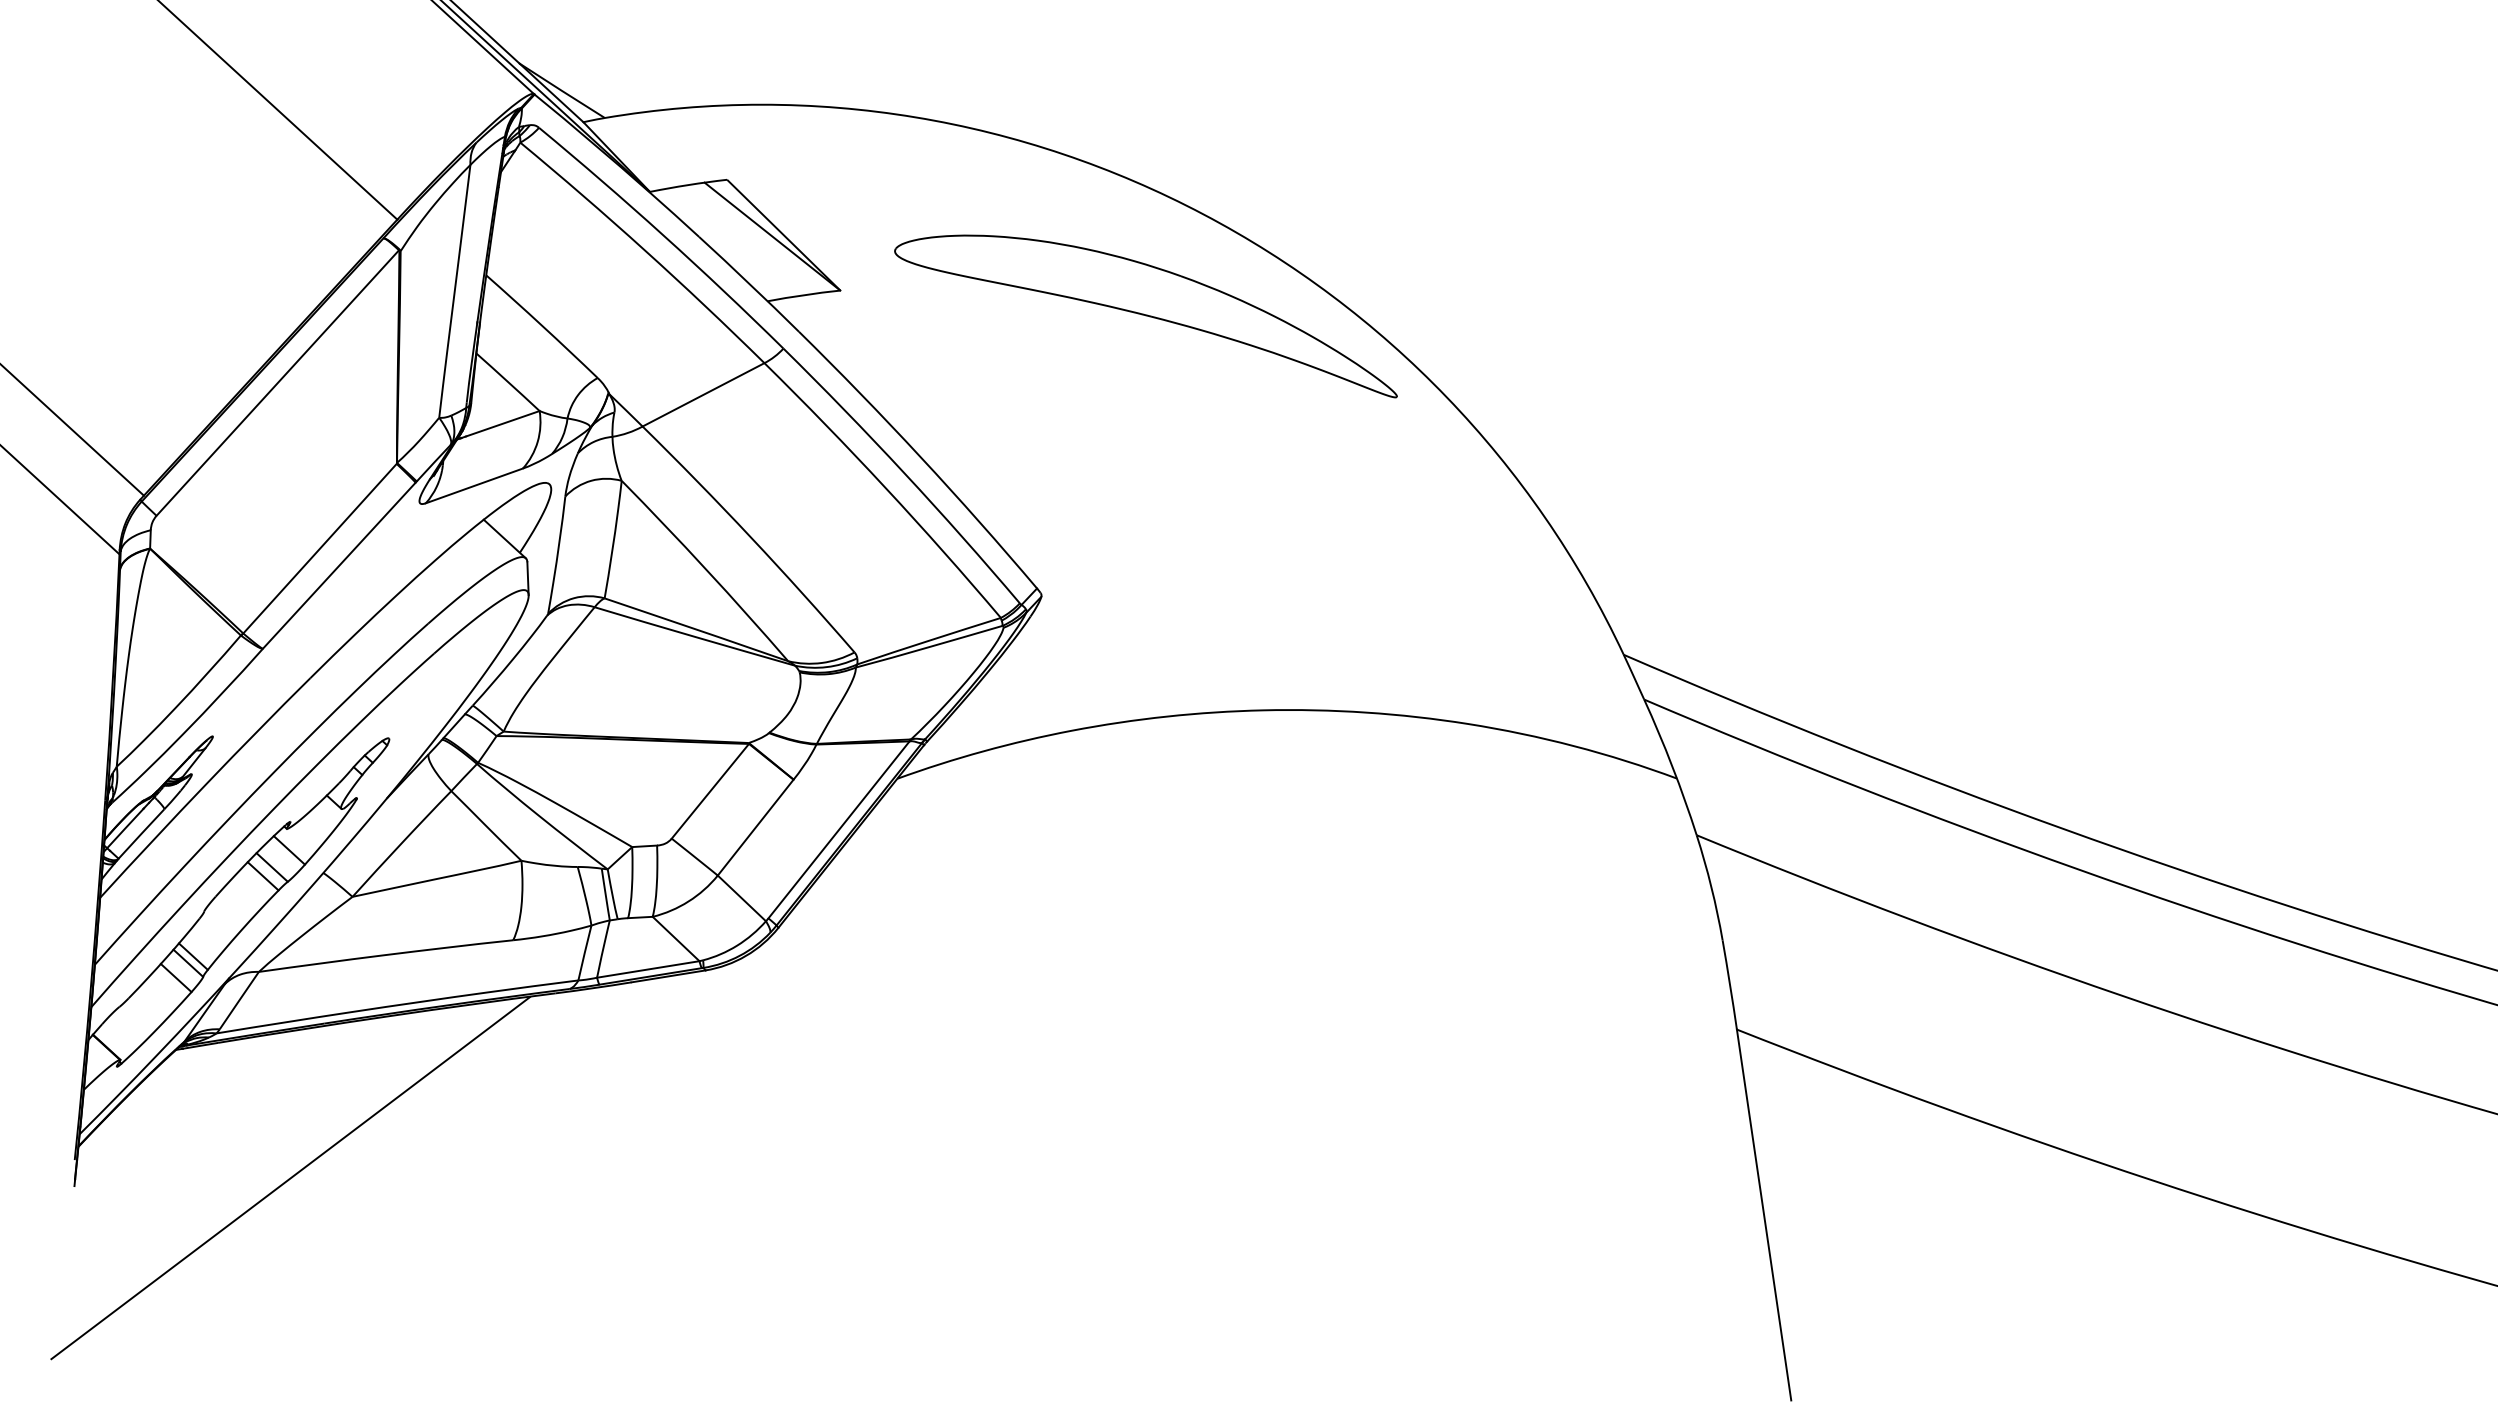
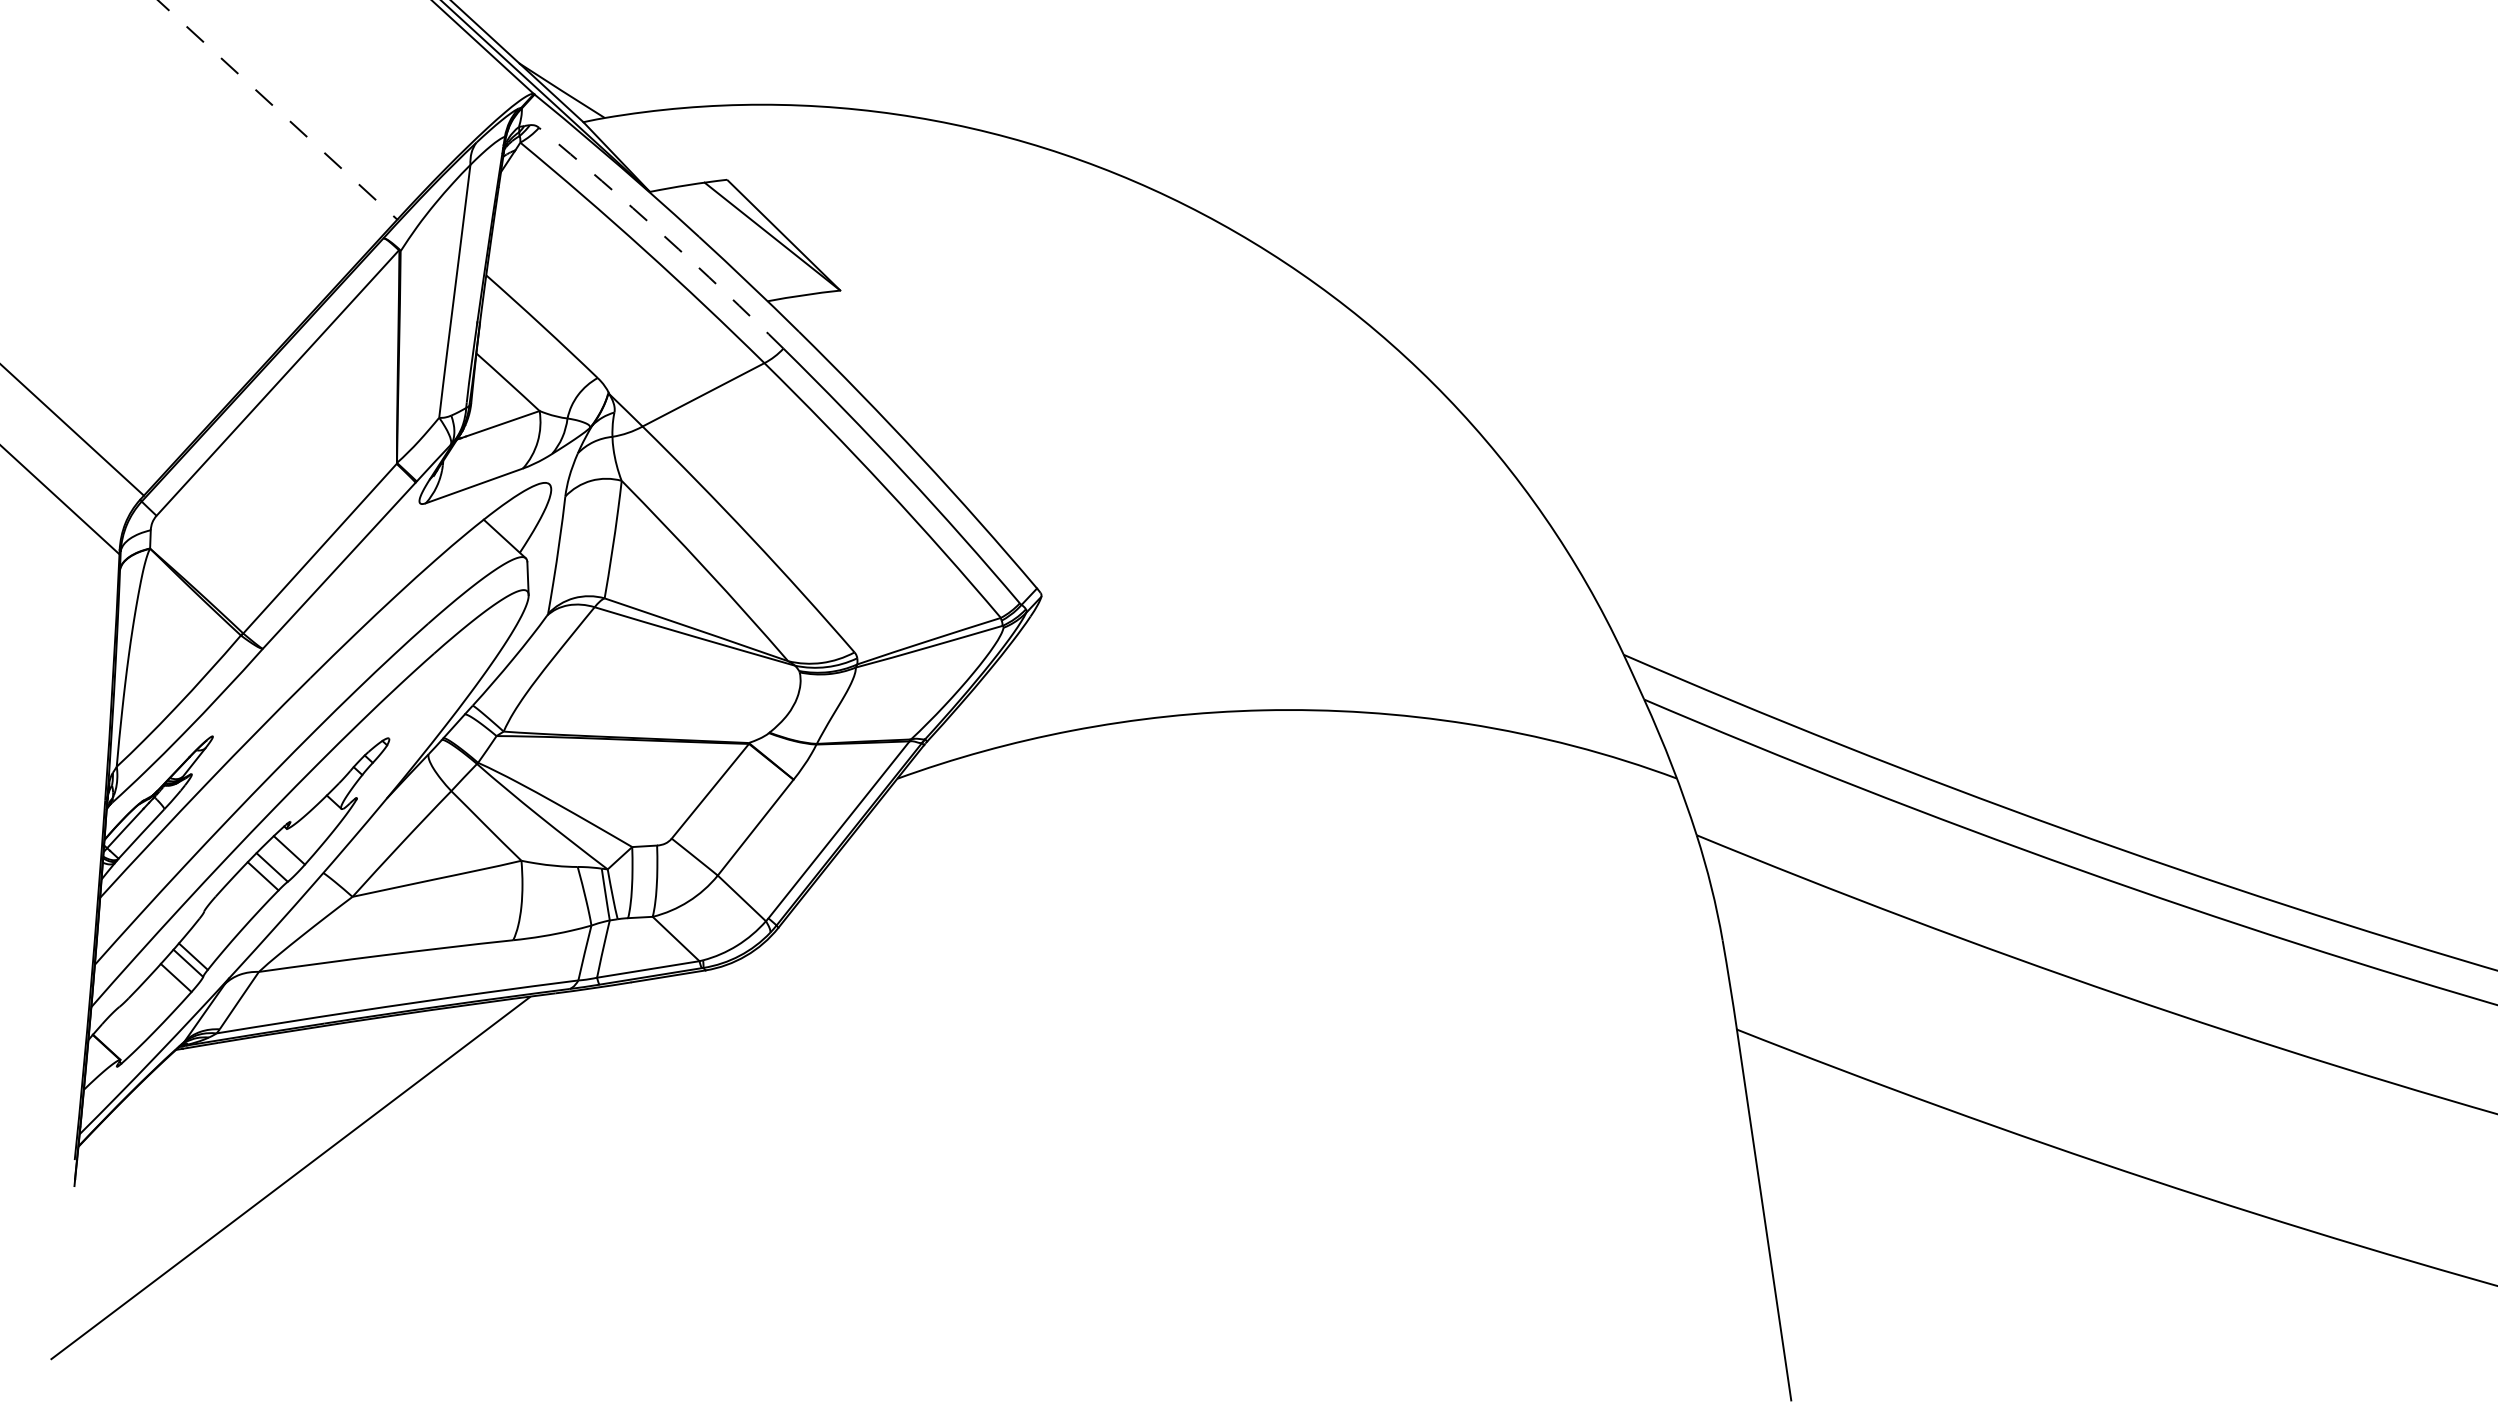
line at (277, 110): solid -> dashed
arc at (663, 235): solid -> dashed
part at (1145, 316): present -> none
